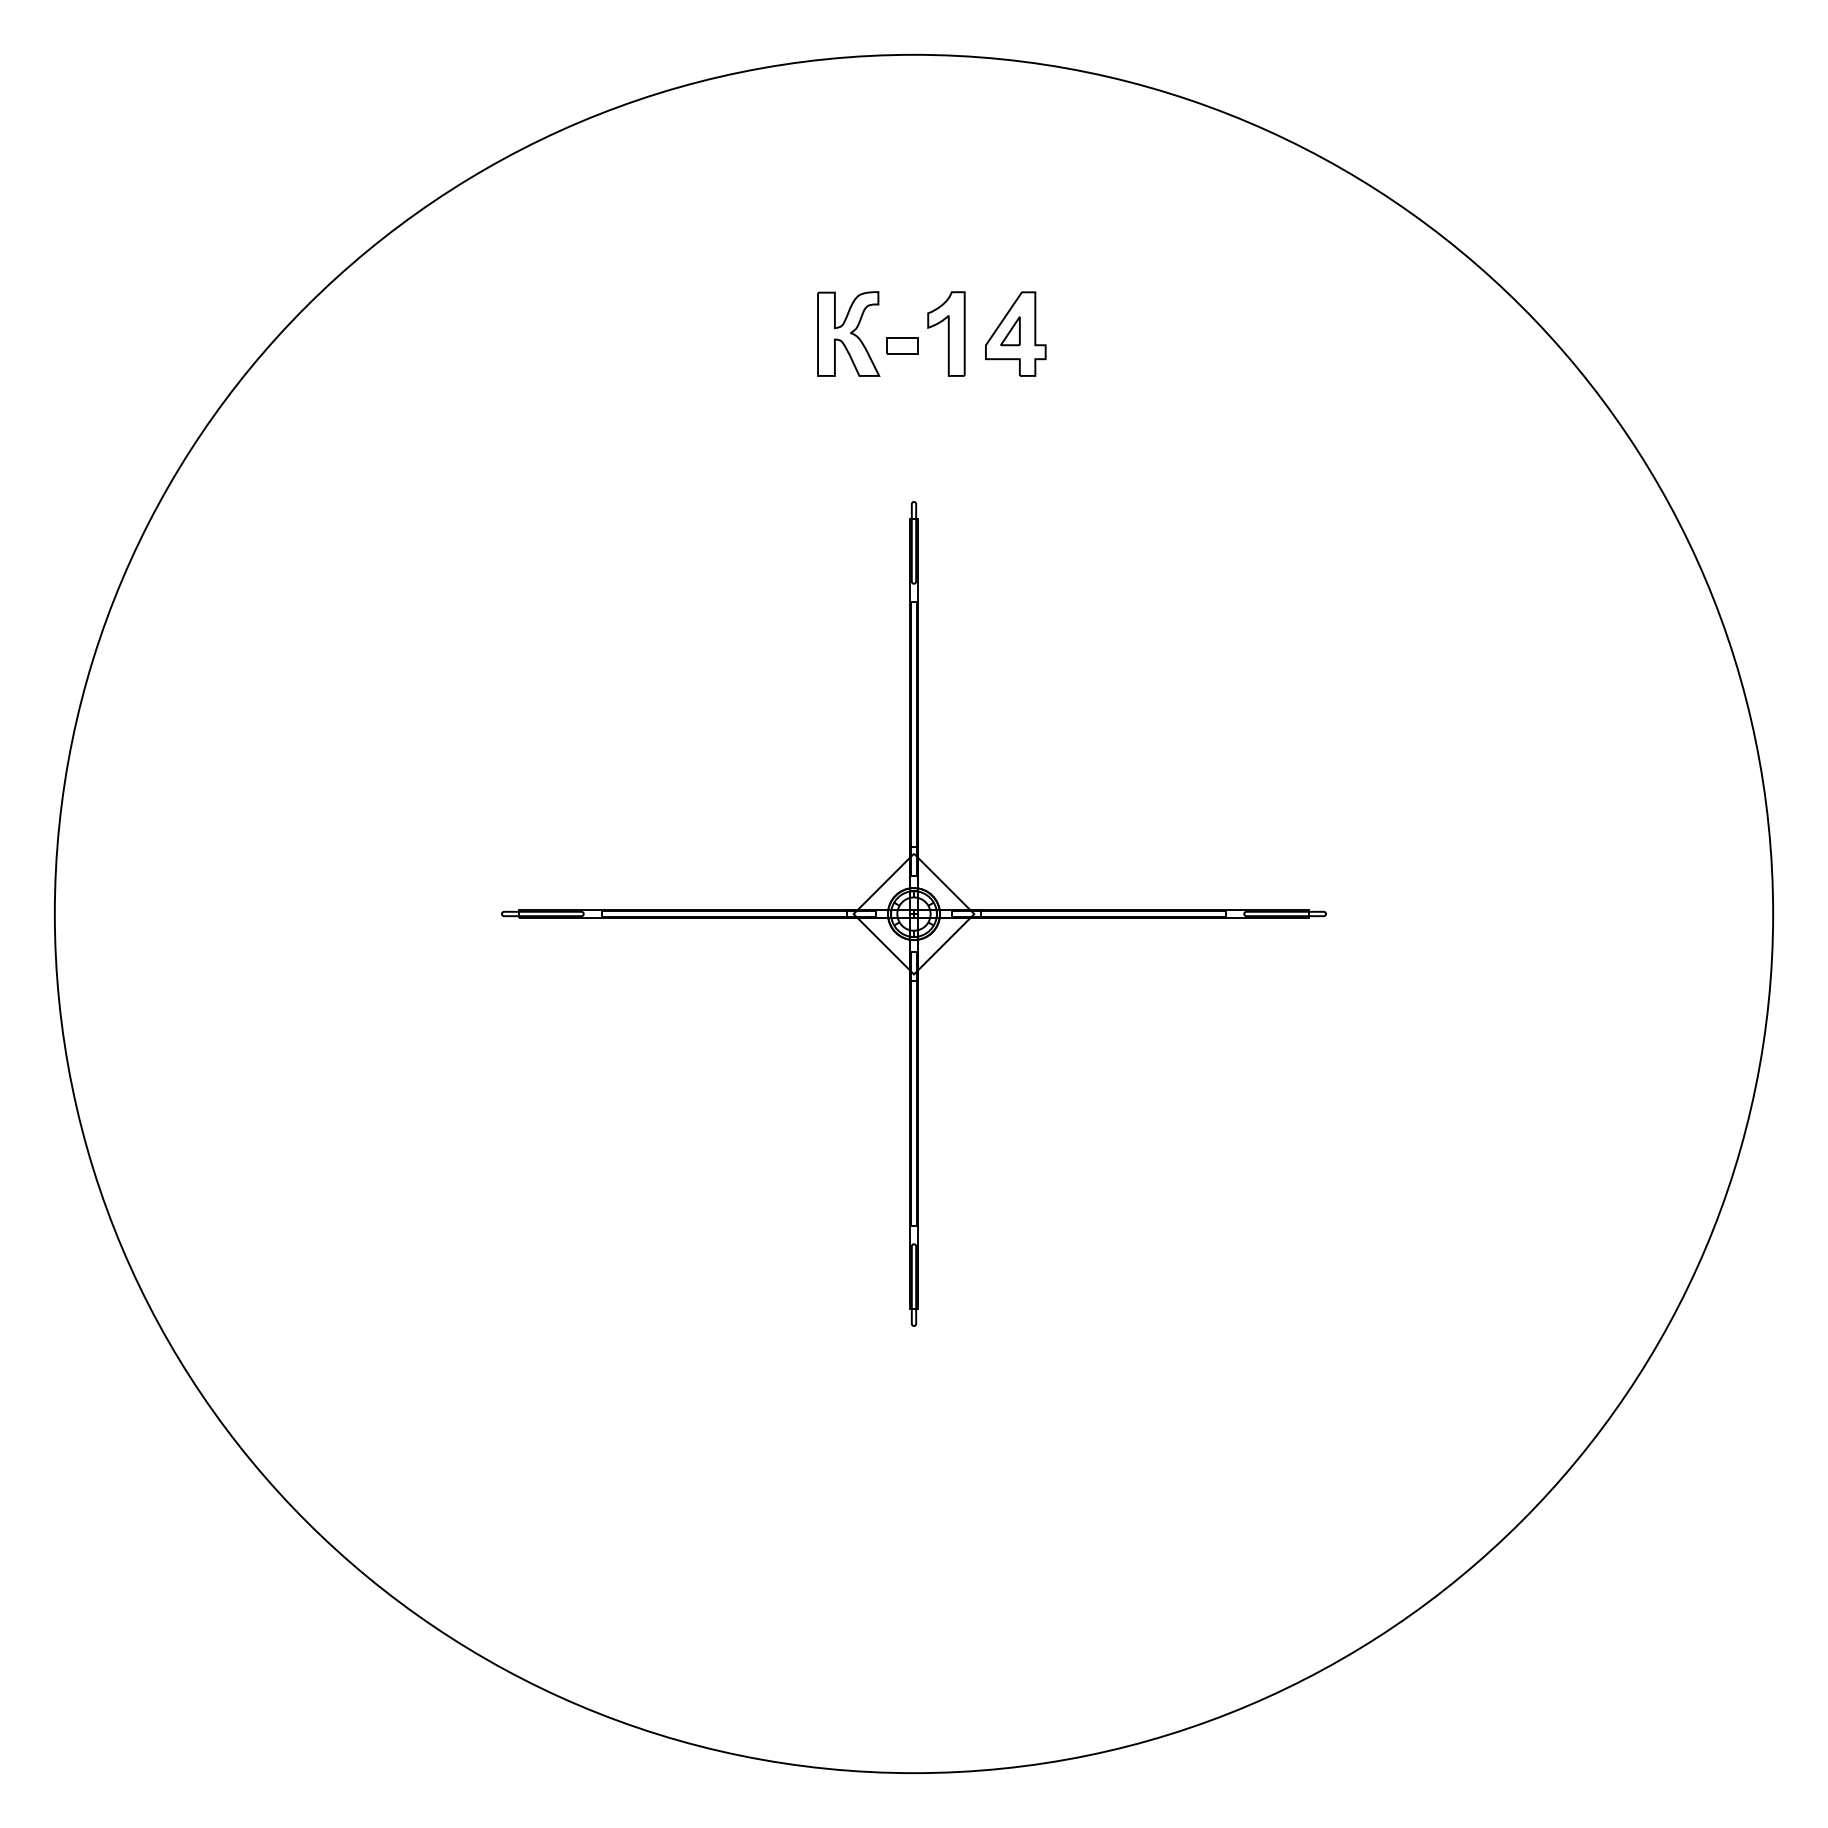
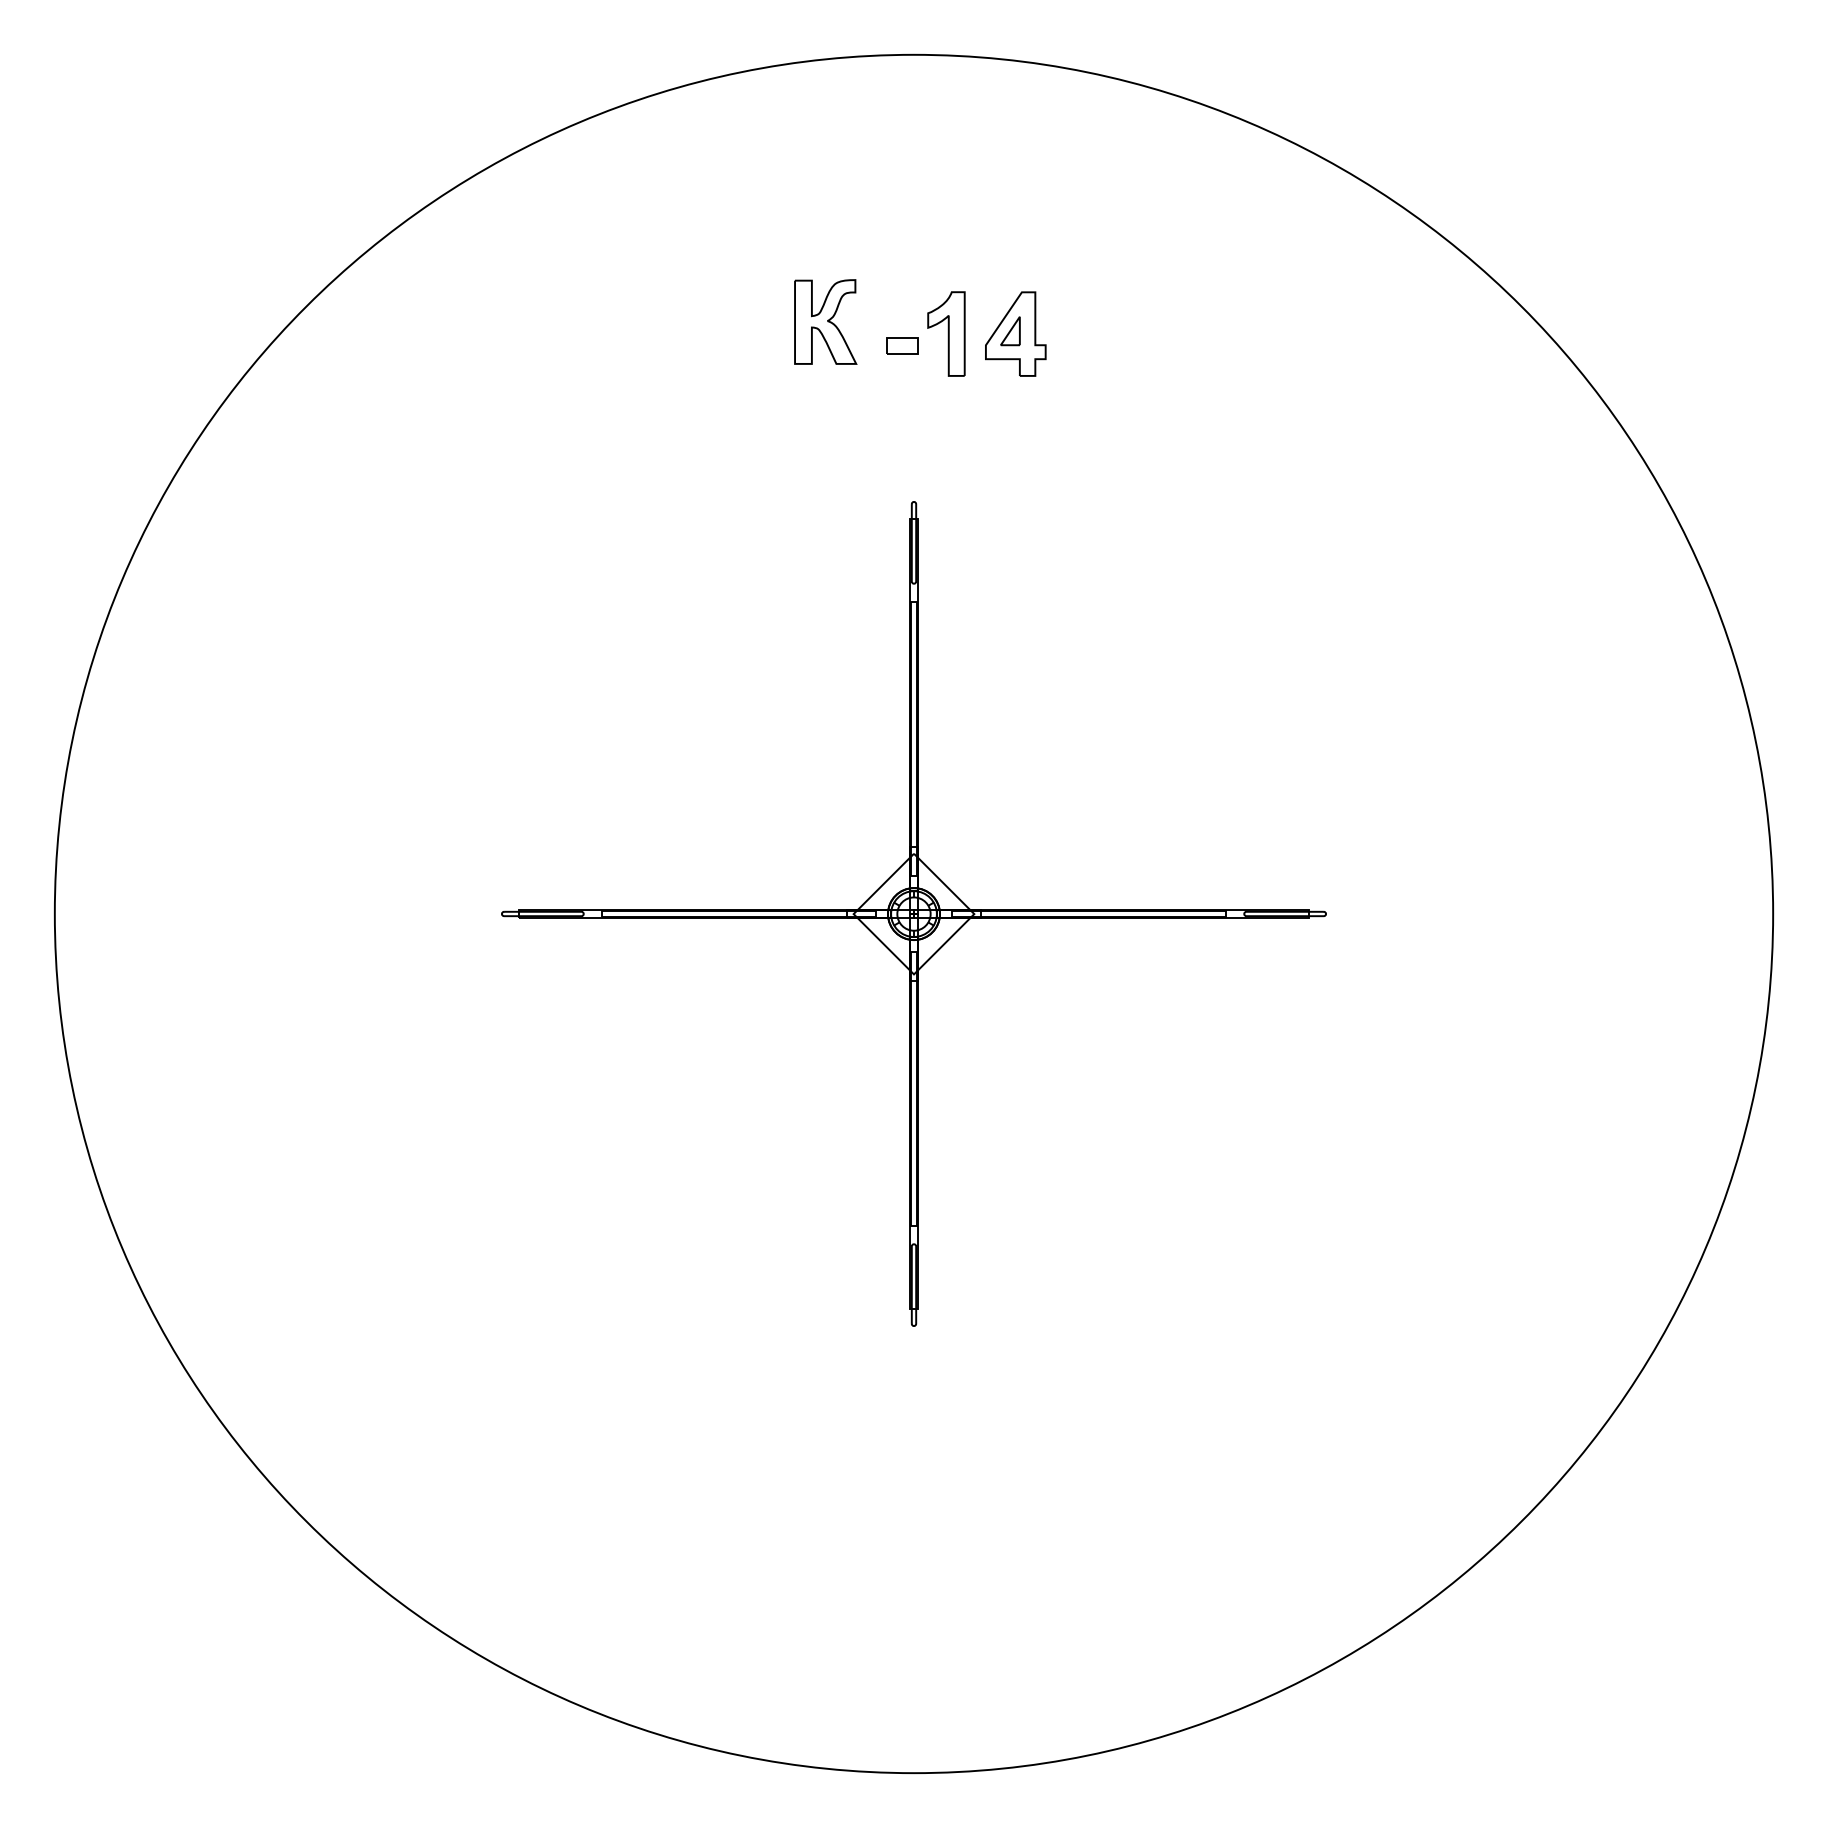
part at (848, 333) position: (848, 333) -> (825, 321)
